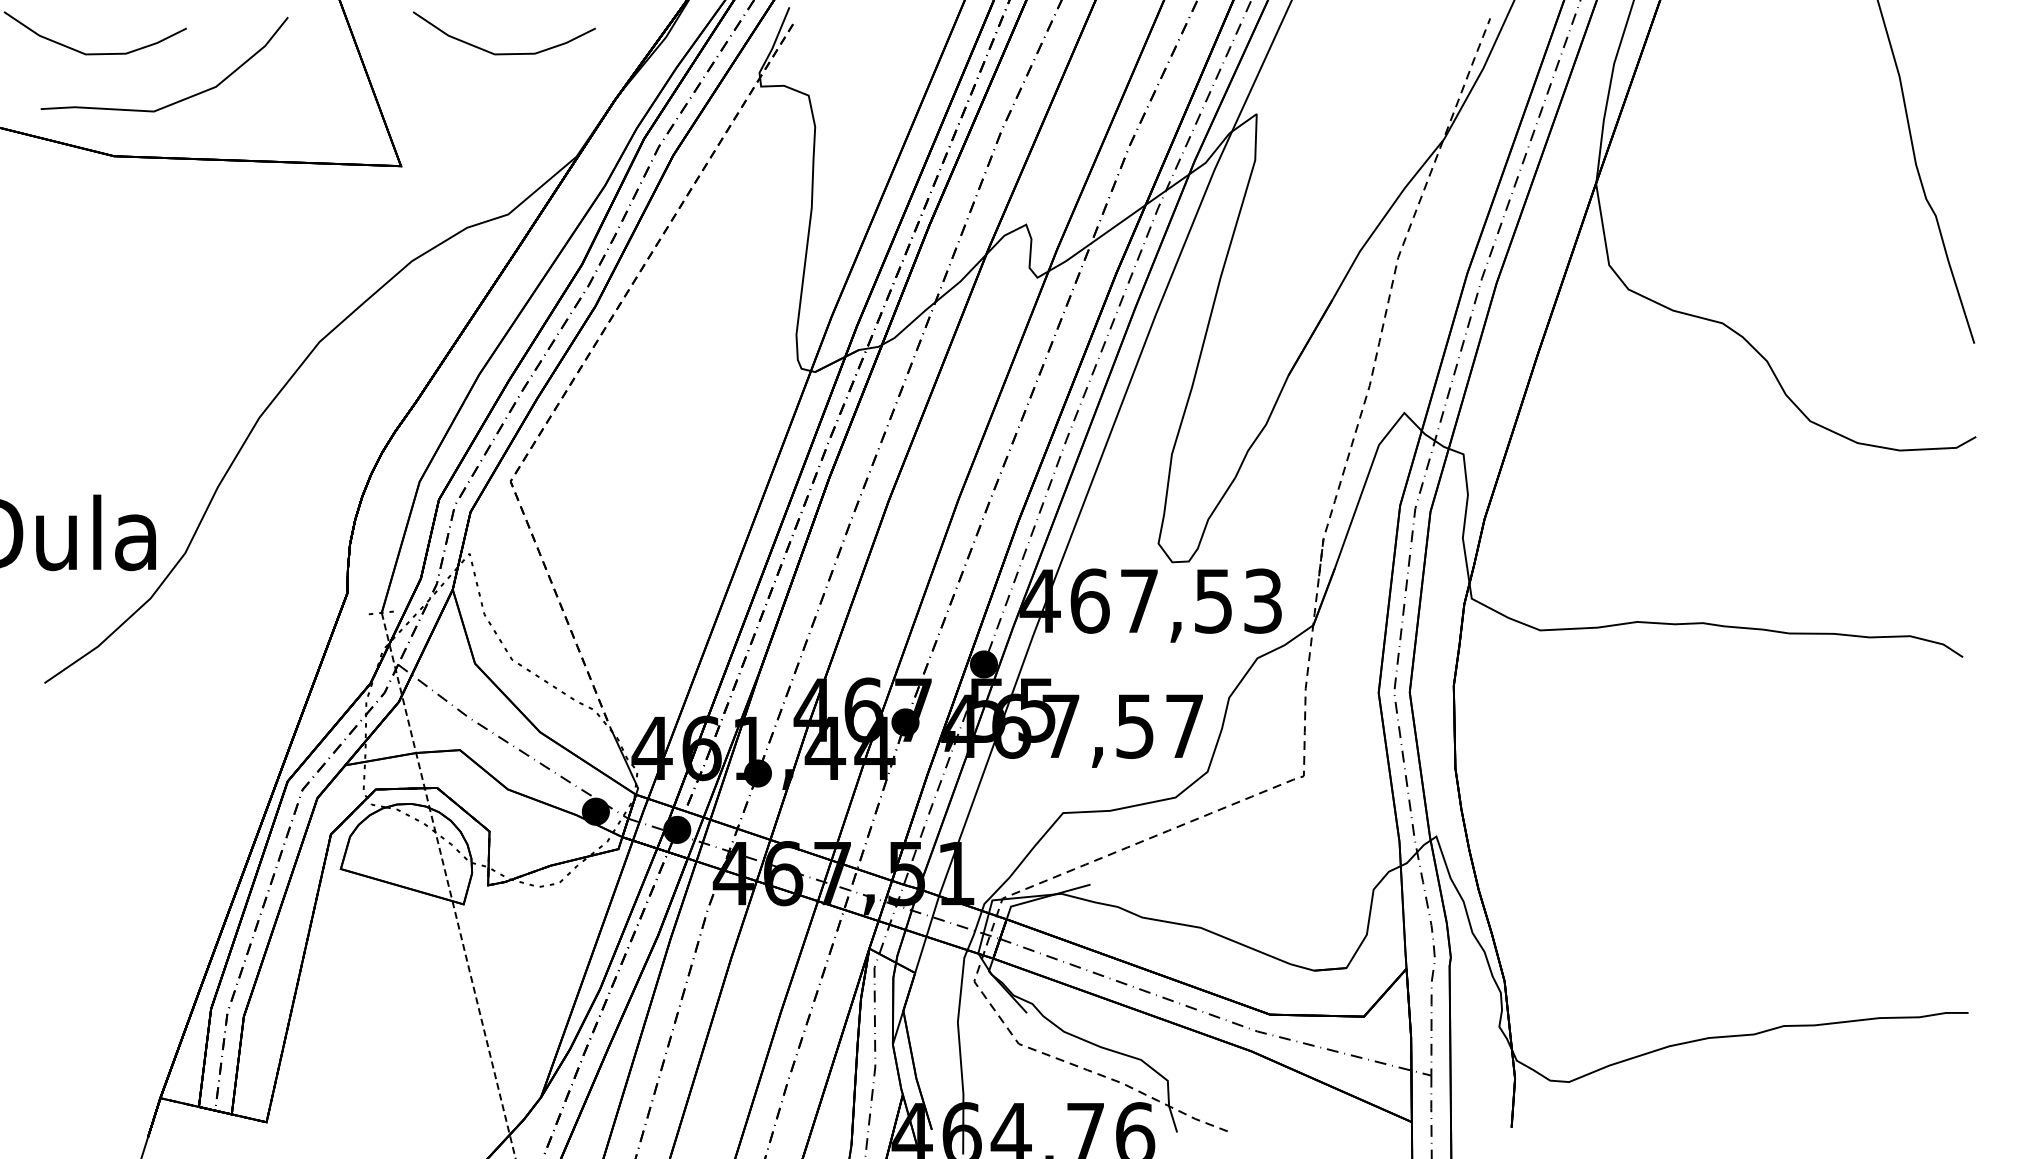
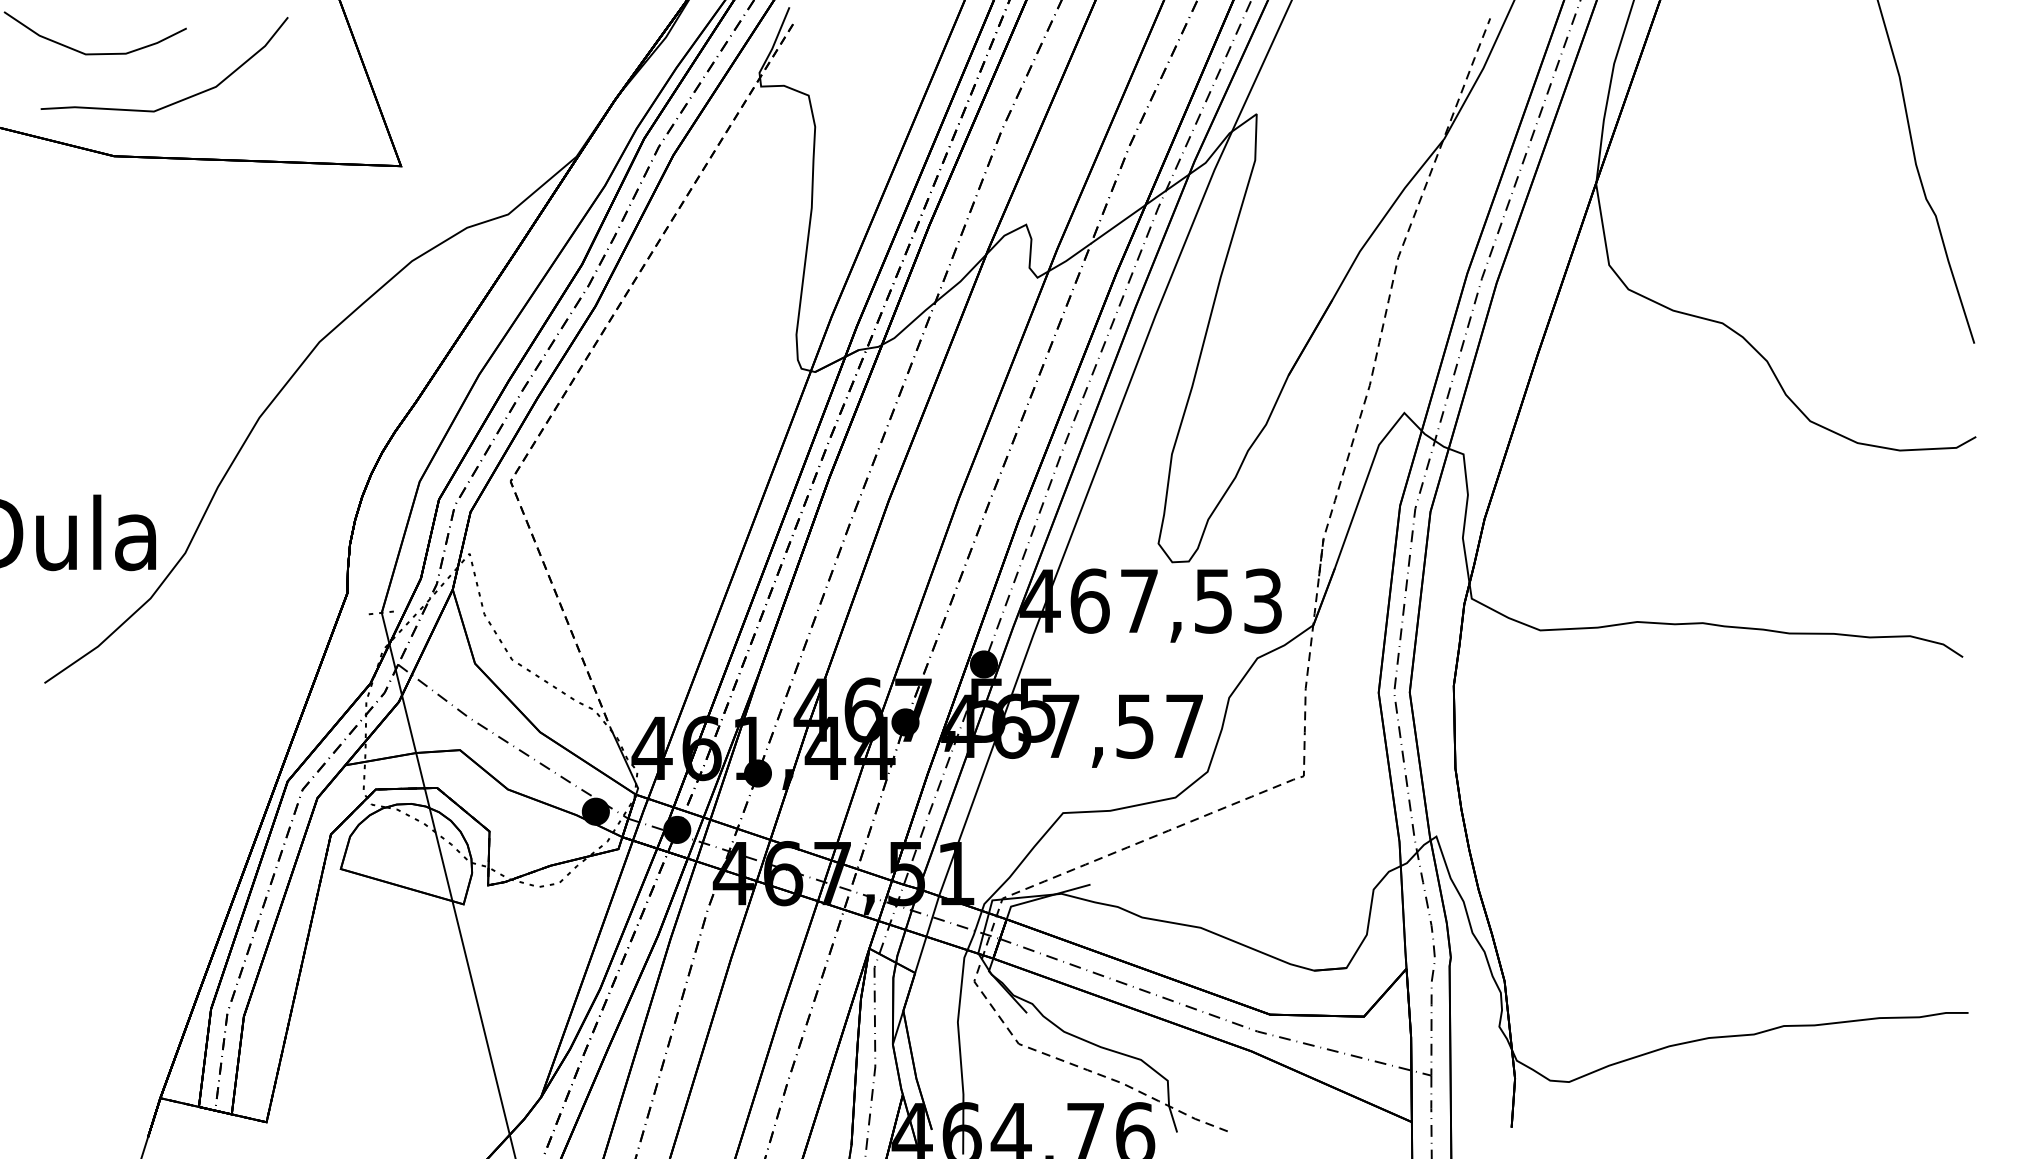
curve at (503, 53): present -> none
line at (448, 885): dashed -> solid
